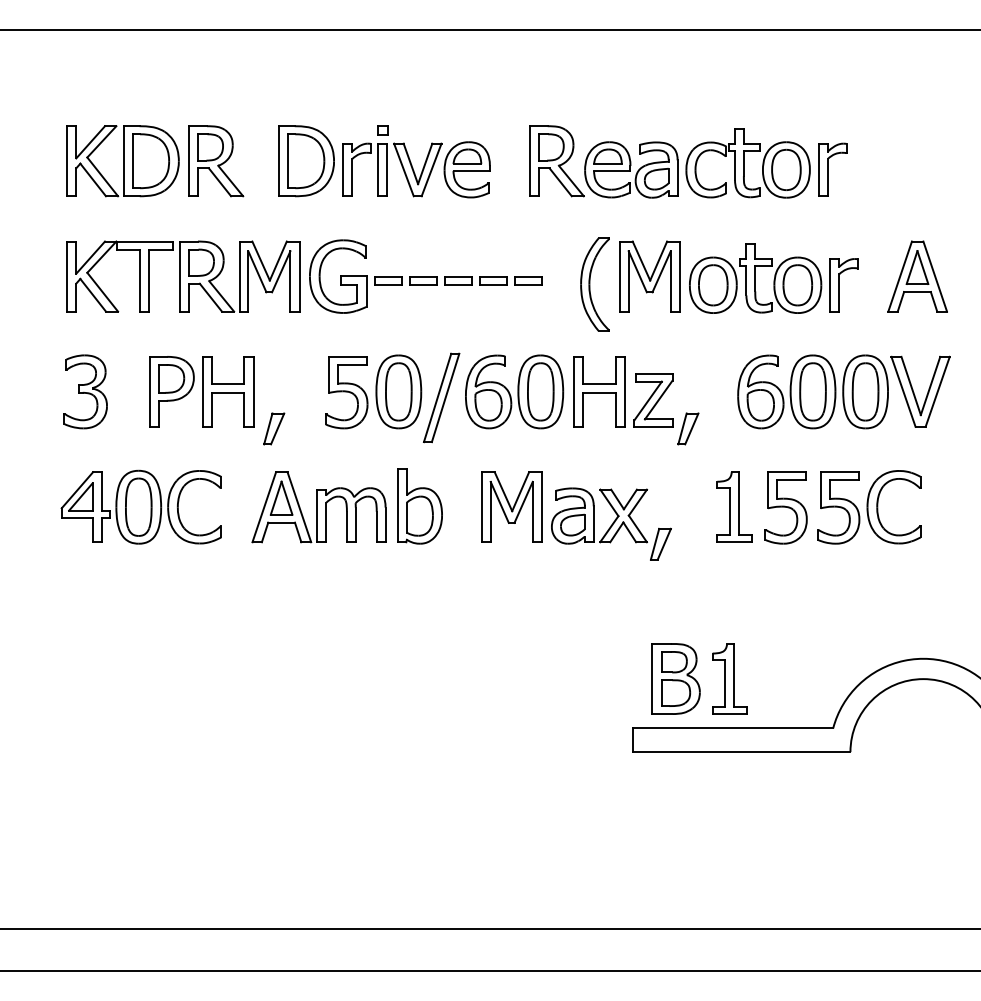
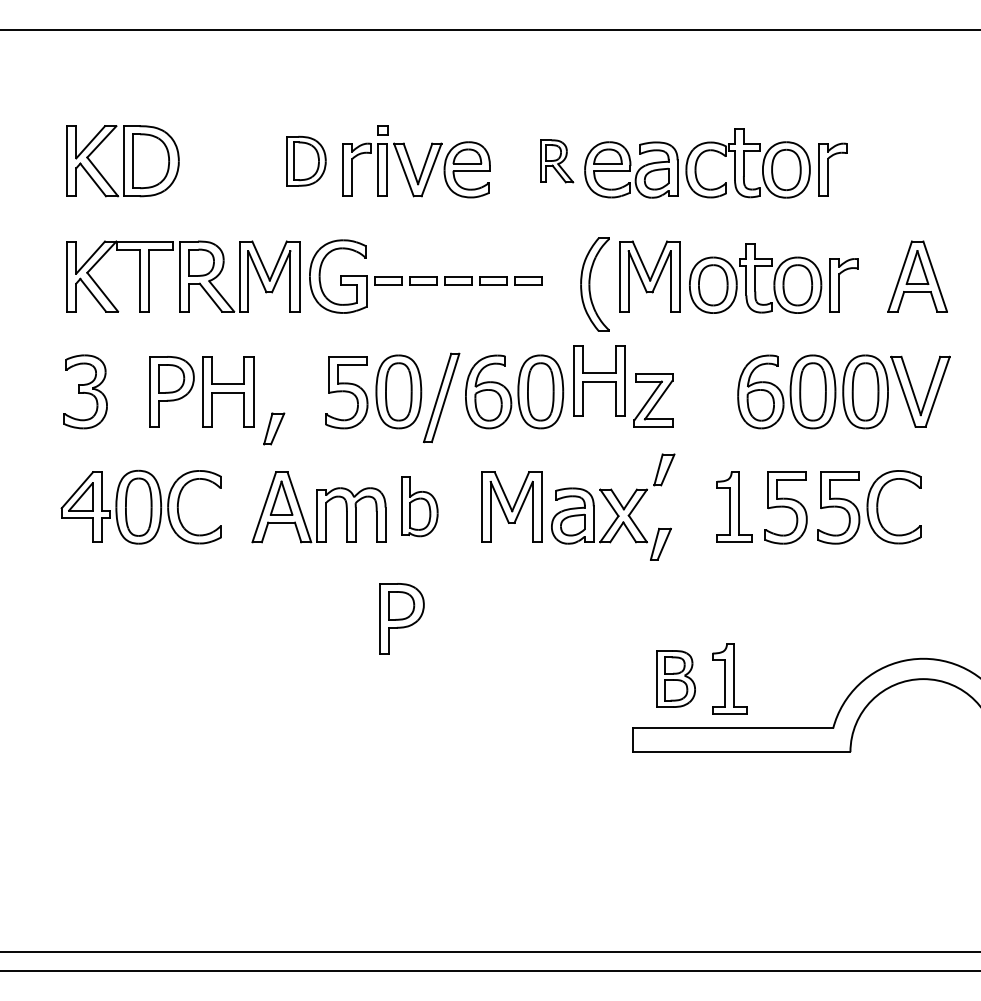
part at (216, 161): present -> none
part at (306, 161) size: 57x73 px -> 41x52 px
part at (556, 161) size: 56x73 px -> 35x45 px
part at (599, 391) position: (599, 391) -> (599, 380)
part at (688, 428) position: (688, 428) -> (664, 469)
part at (419, 506) size: 46x77 px -> 38x62 px
part at (401, 618): none -> present
part at (675, 678) size: 50x72 px -> 40x58 px
line at (489, 928) position: (489, 928) -> (489, 951)
